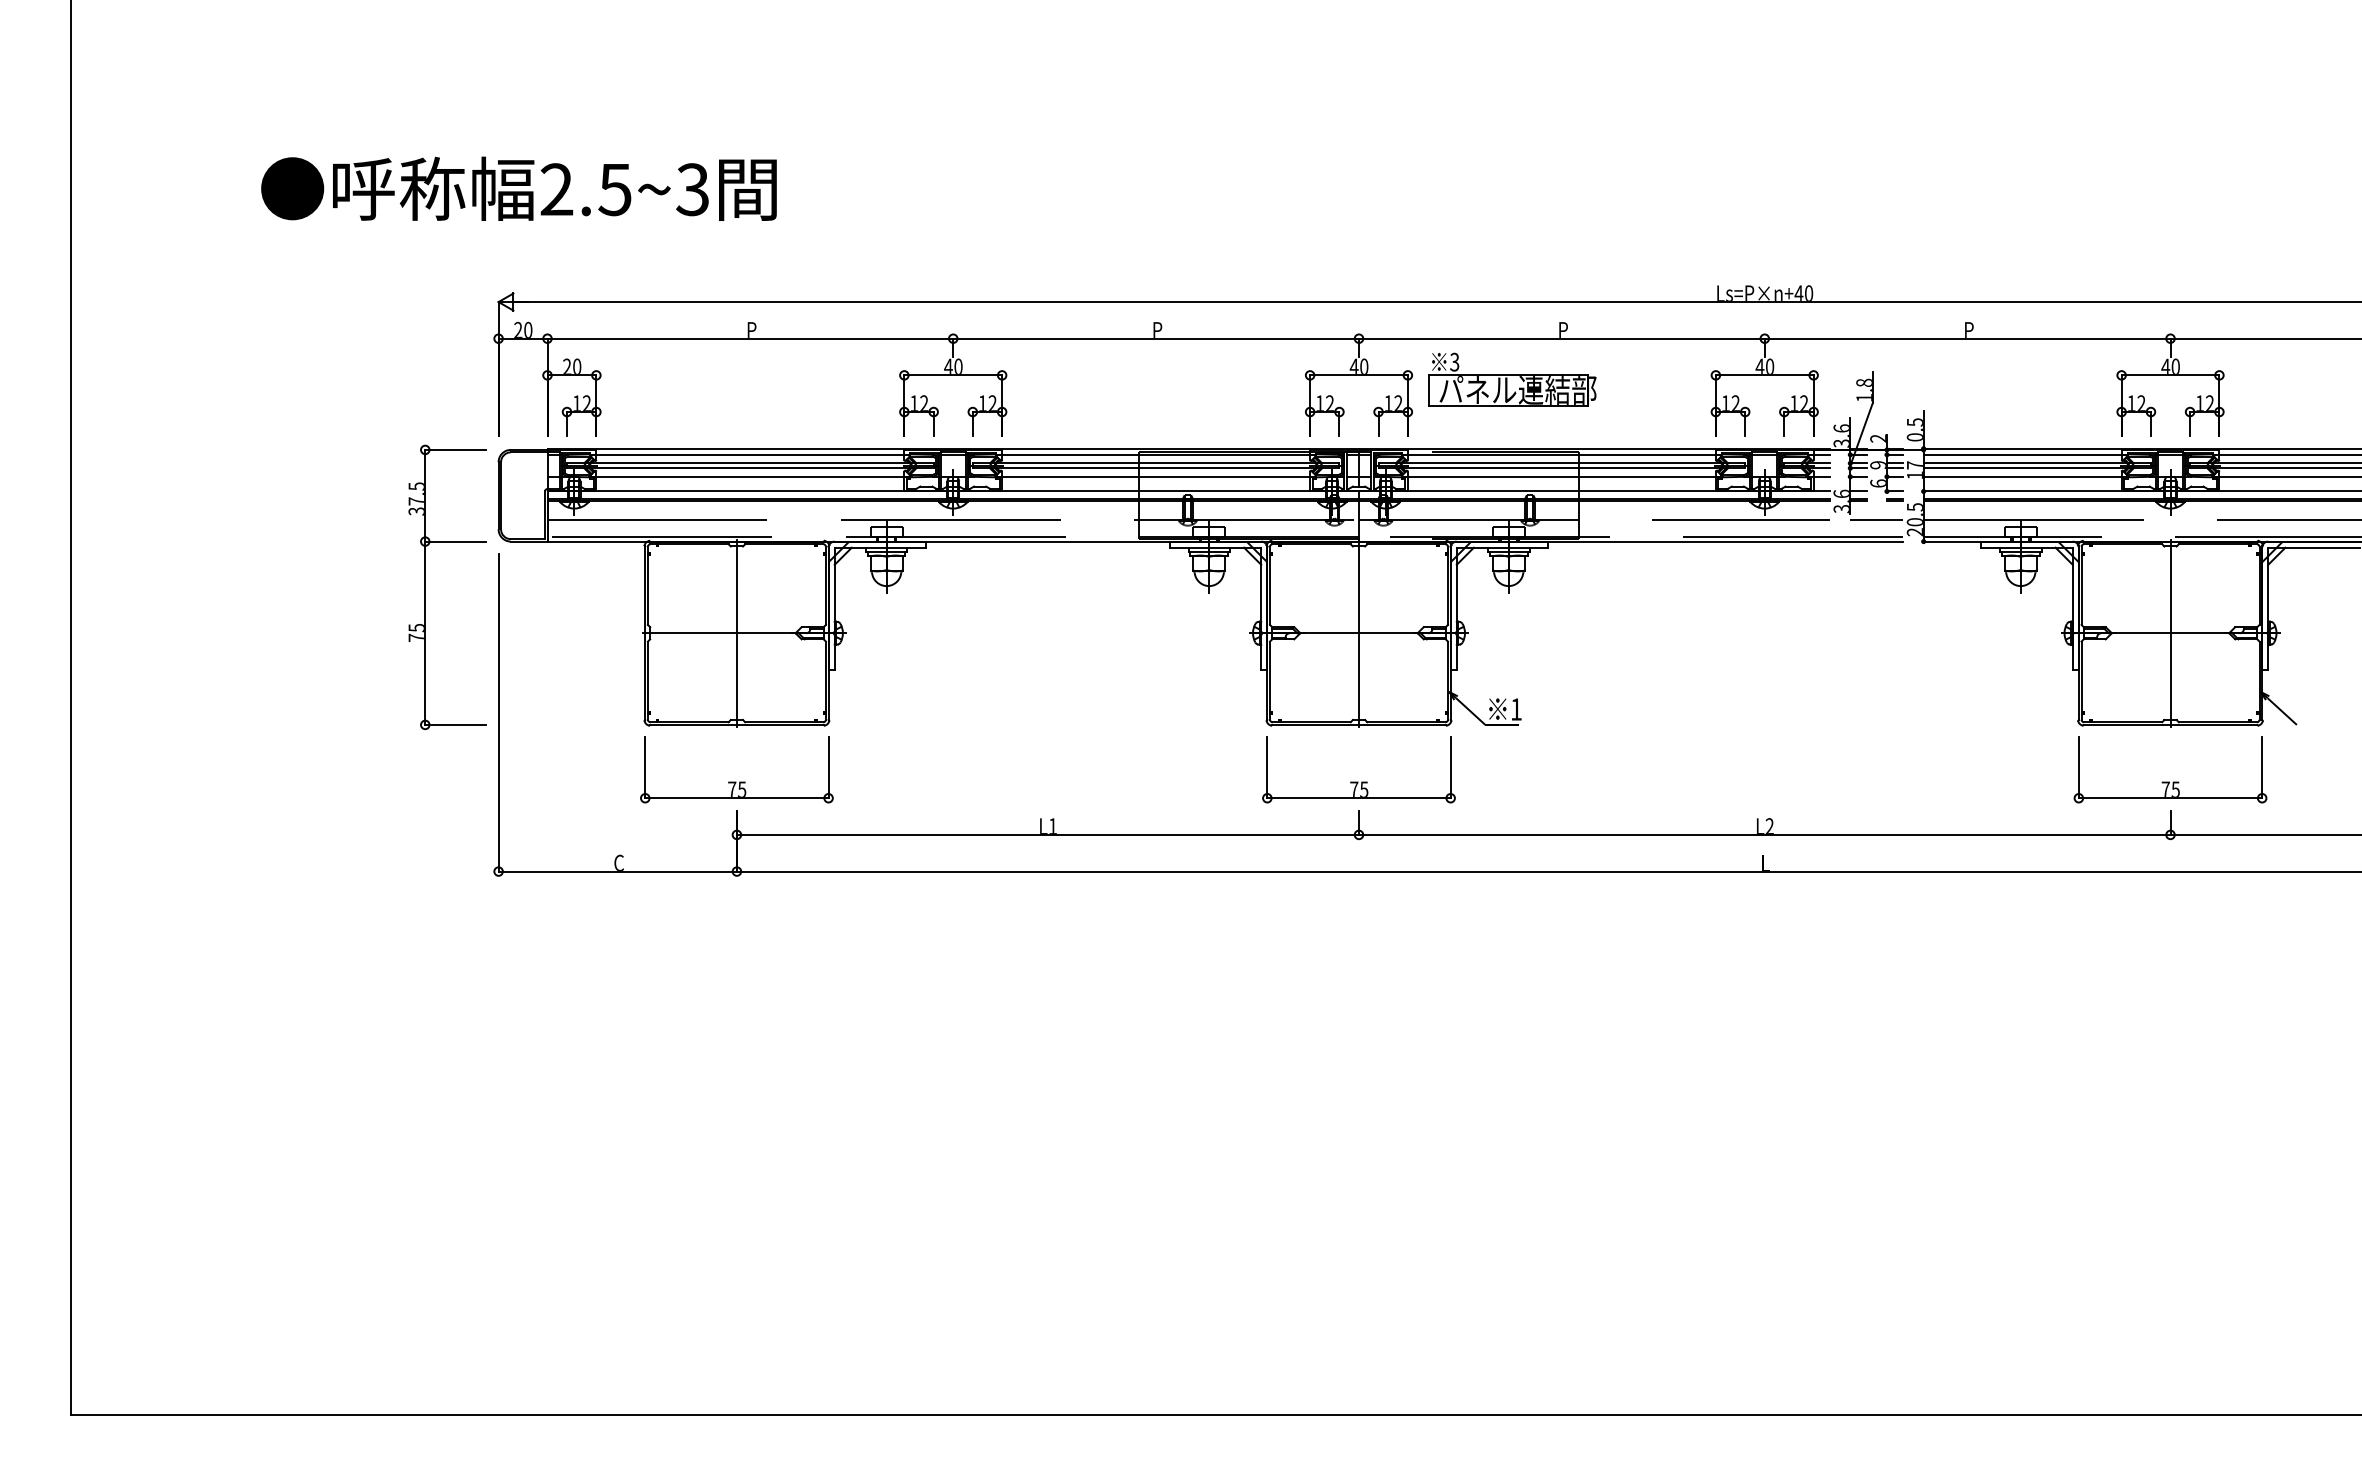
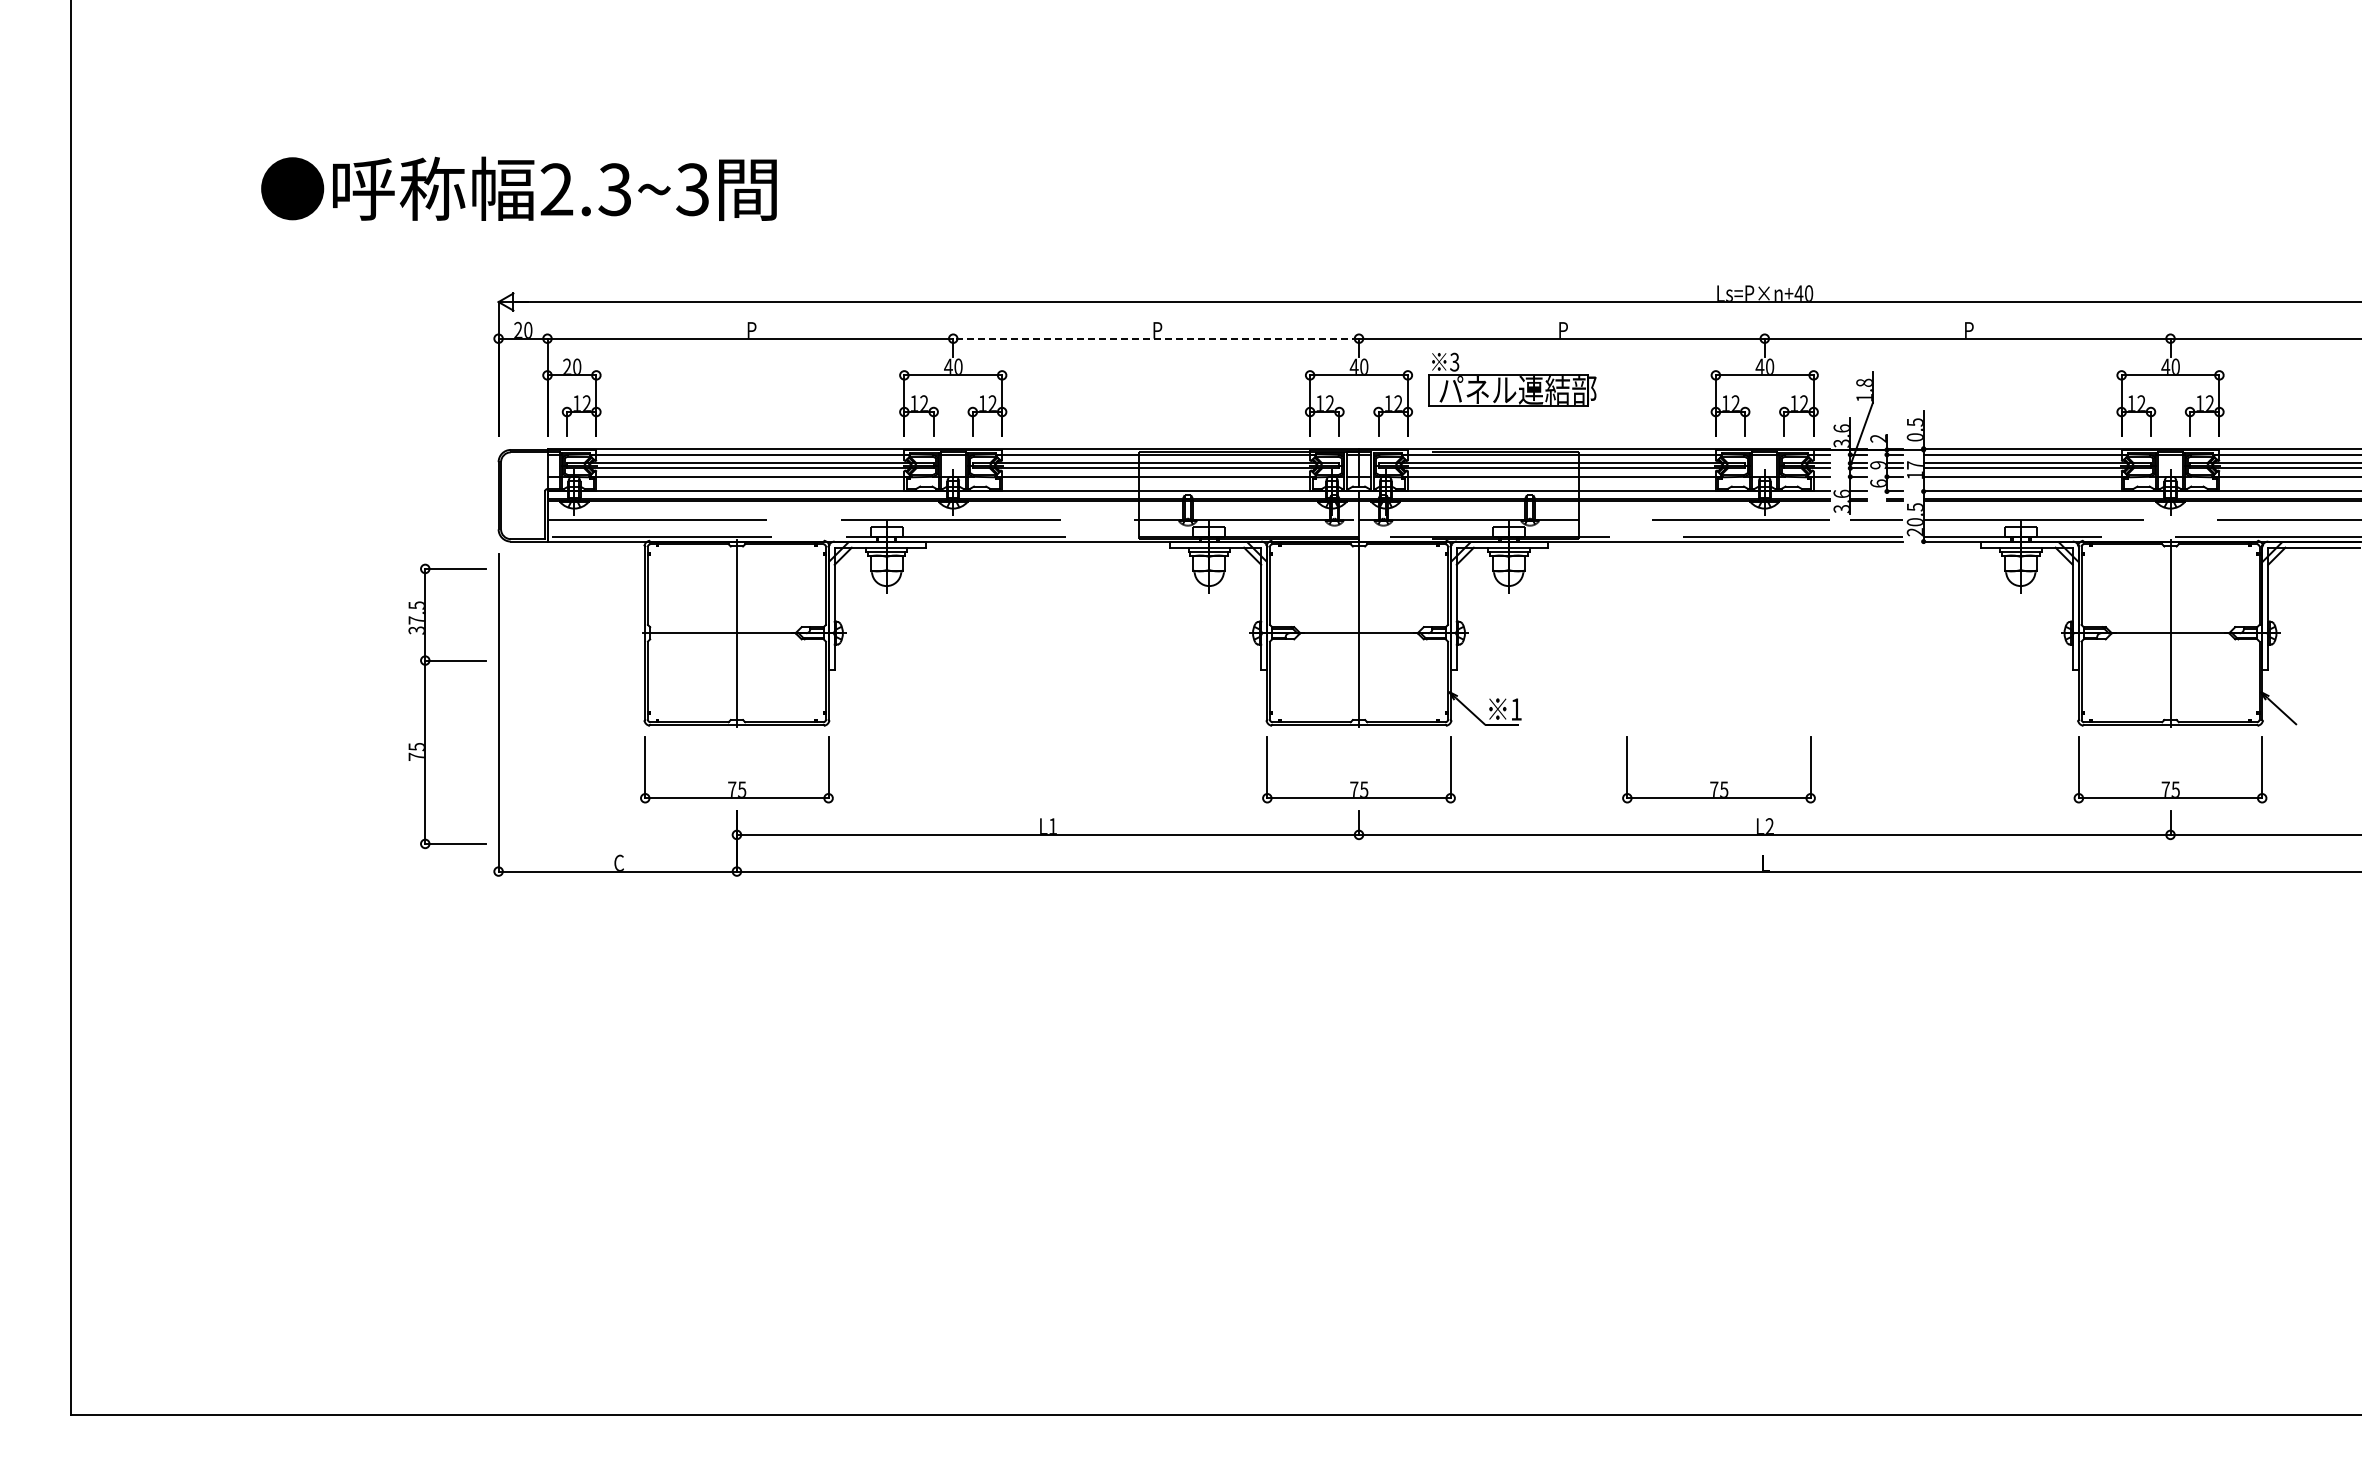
text at (614, 189): 2.5~3 -> 2.3~3
line at (1156, 338): solid -> dashed
part at (425, 587) position: (425, 587) -> (425, 706)
part at (1718, 781): none -> present
